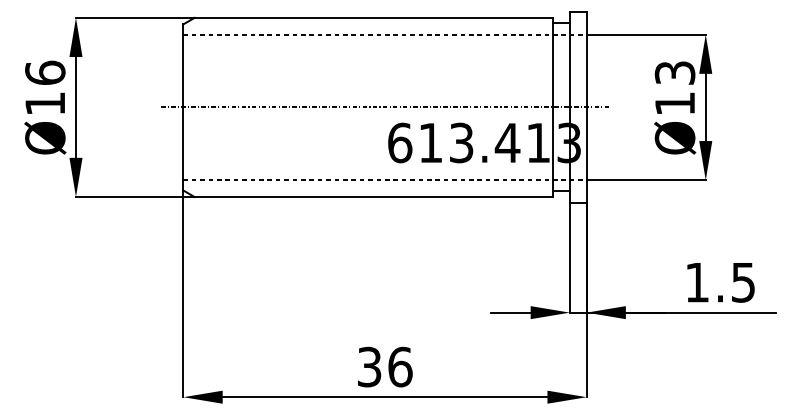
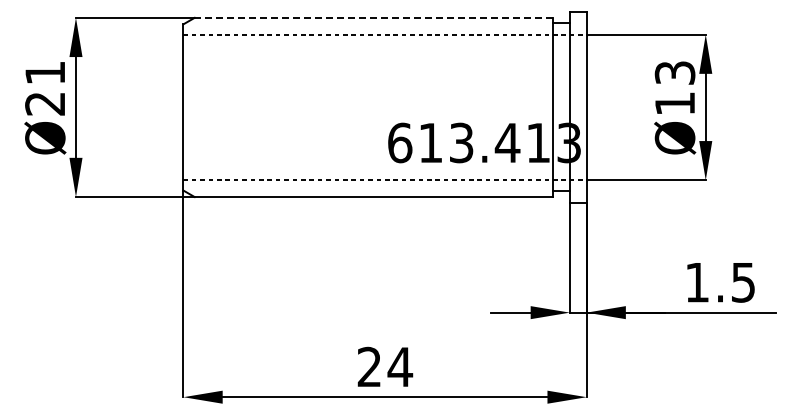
line at (373, 17): solid -> dashed
text at (45, 87): Ø16 -> Ø21
line at (385, 107): present -> none
text at (385, 366): 36 -> 24
